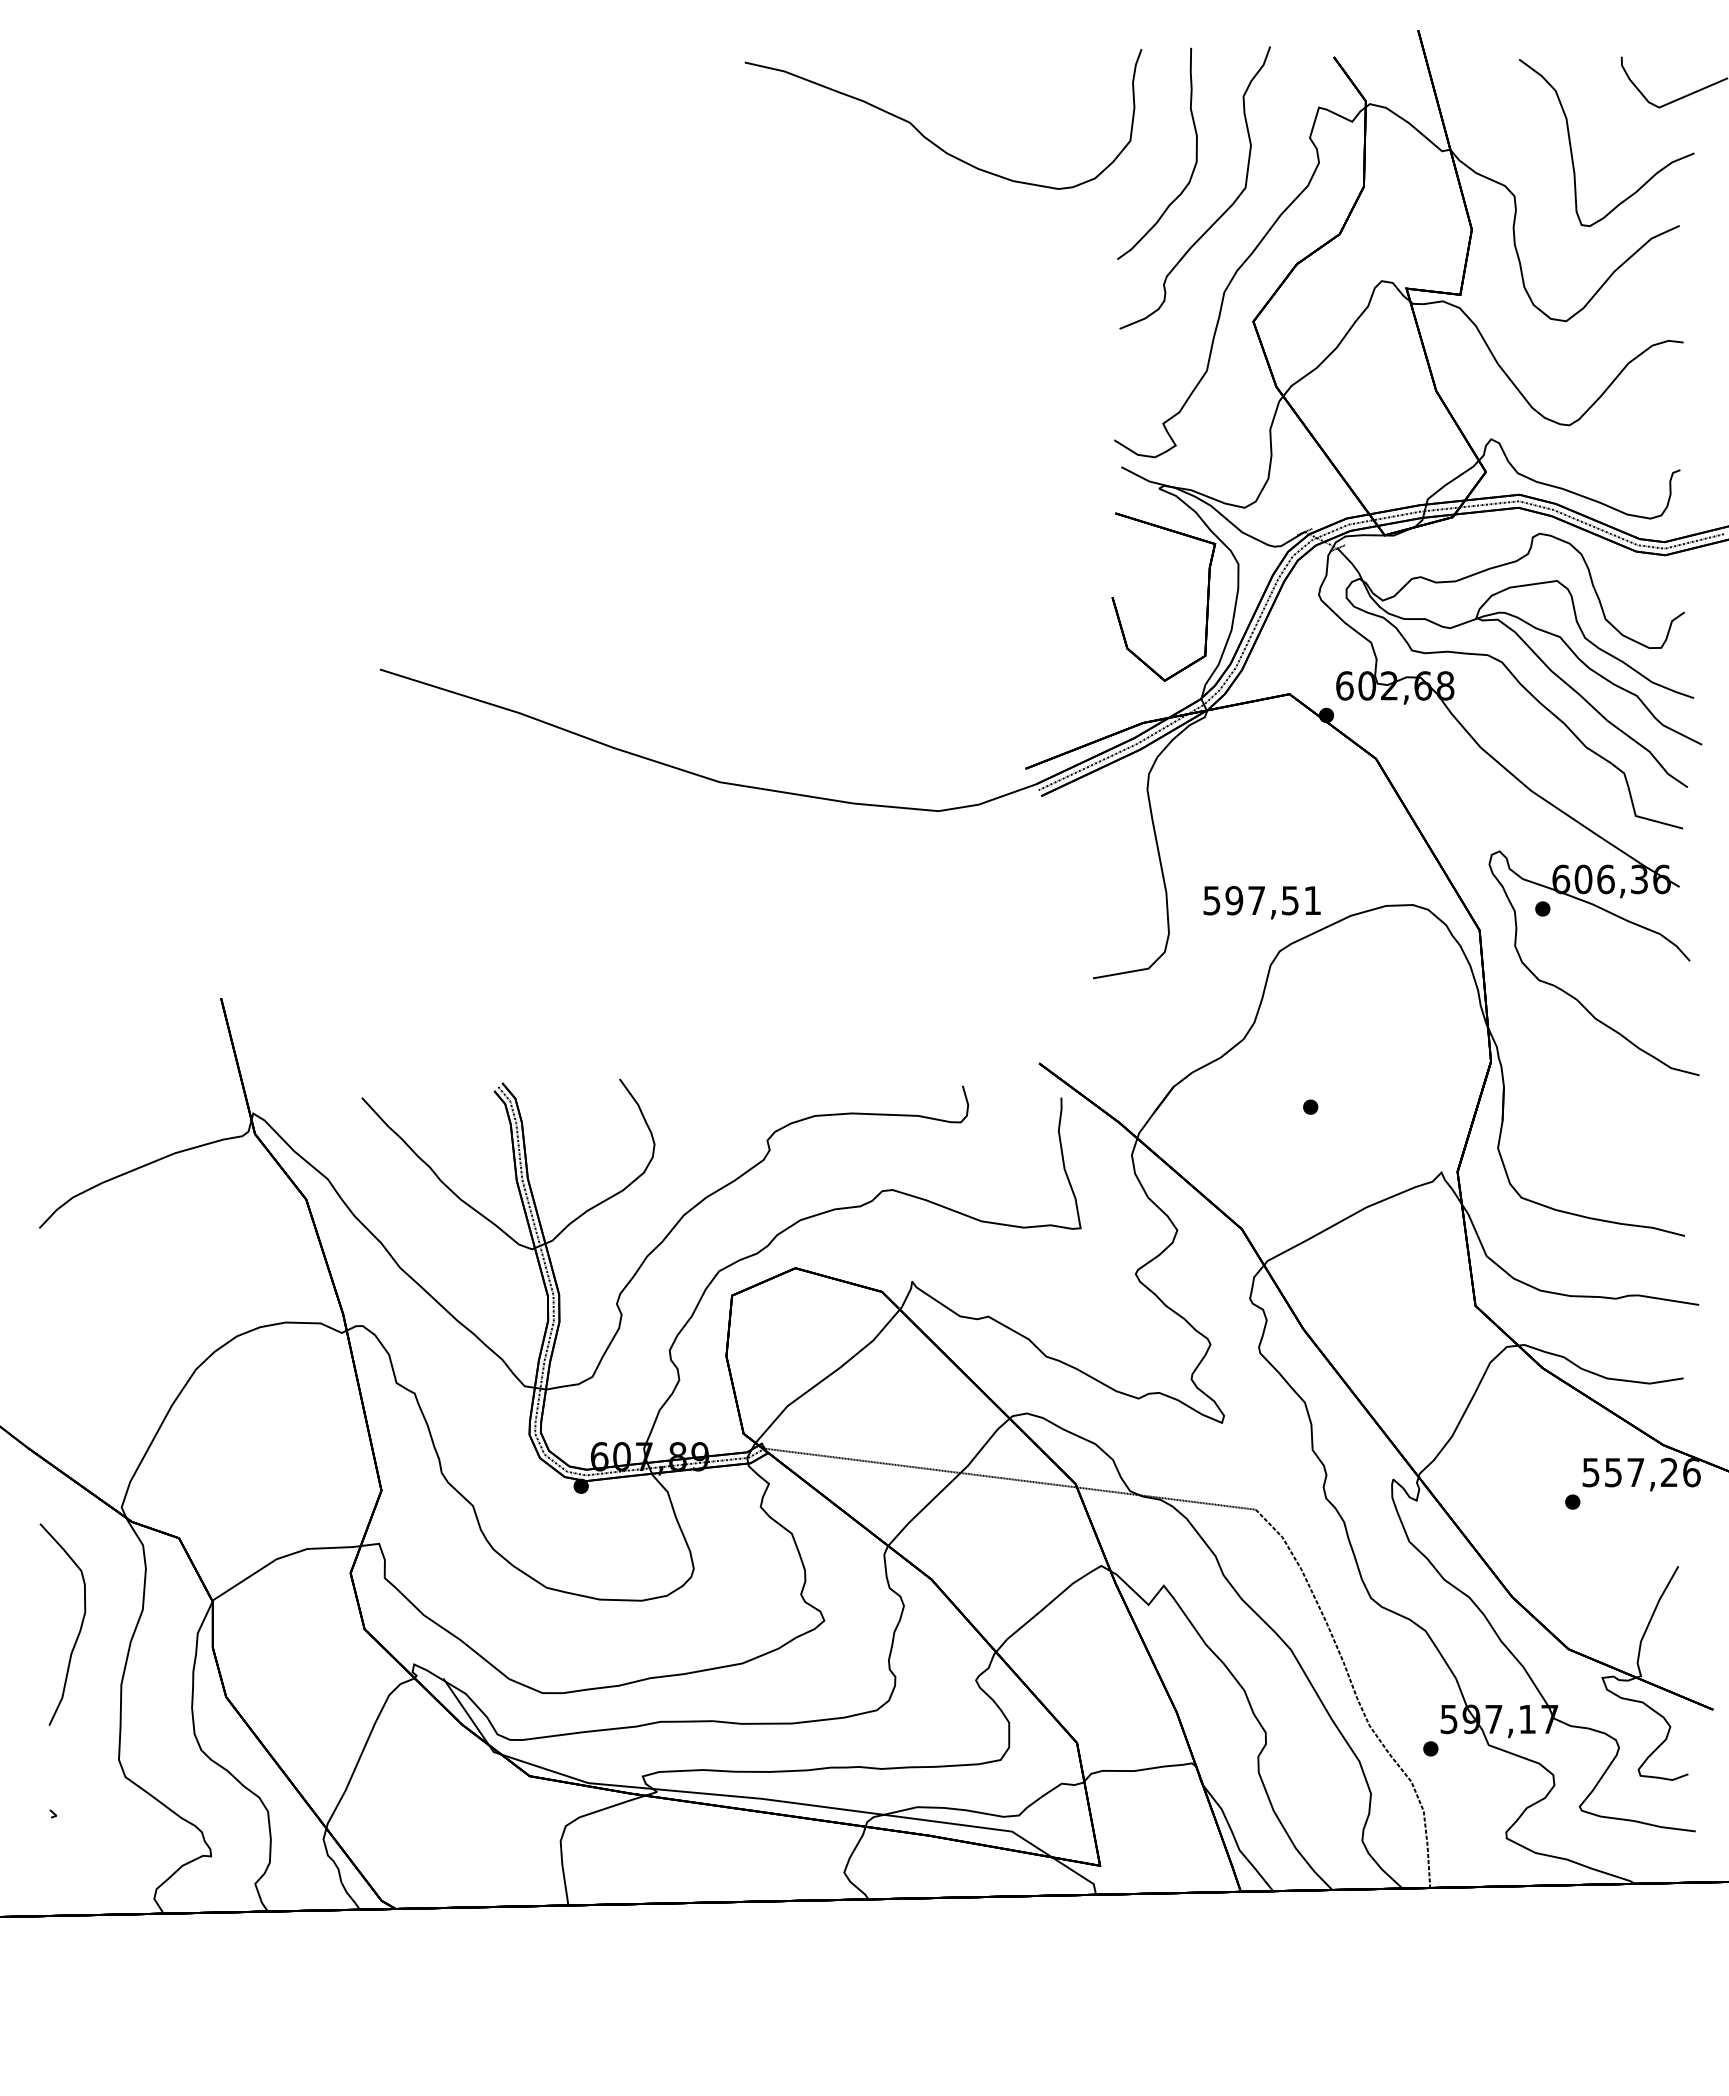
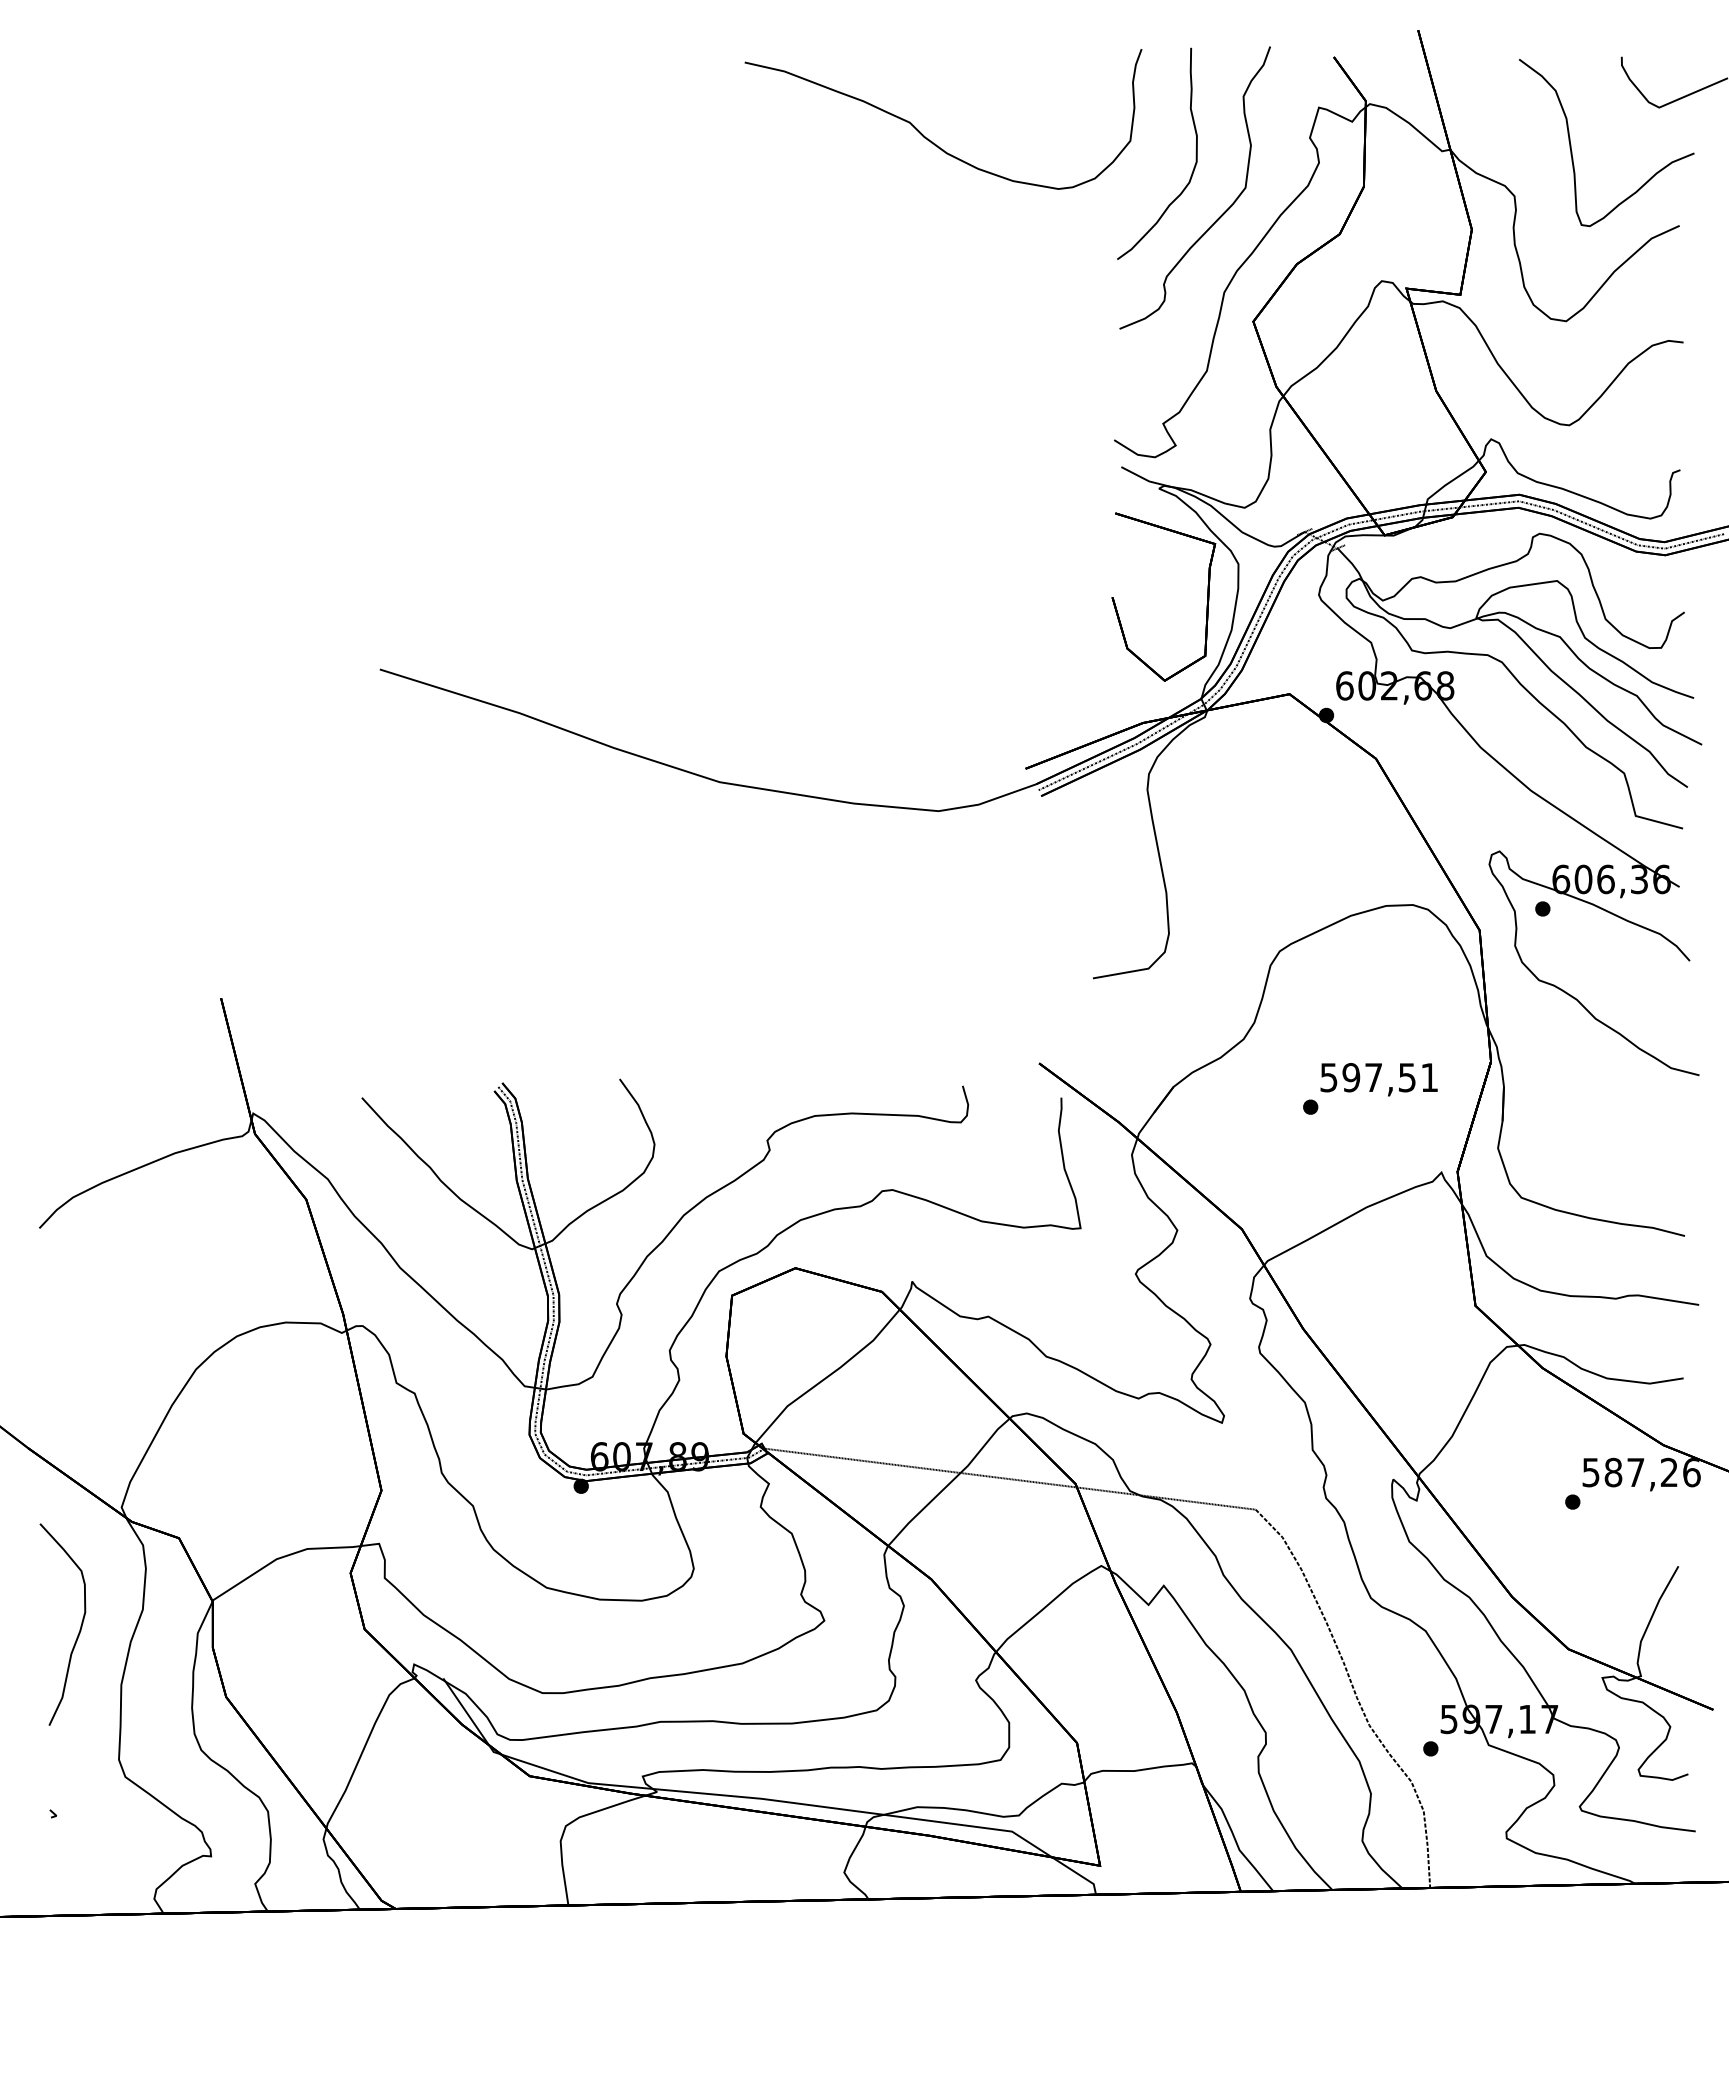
text at (1261, 902) position: (1261, 902) -> (1378, 1079)
text at (1613, 1472): 557,26 -> 587,26
